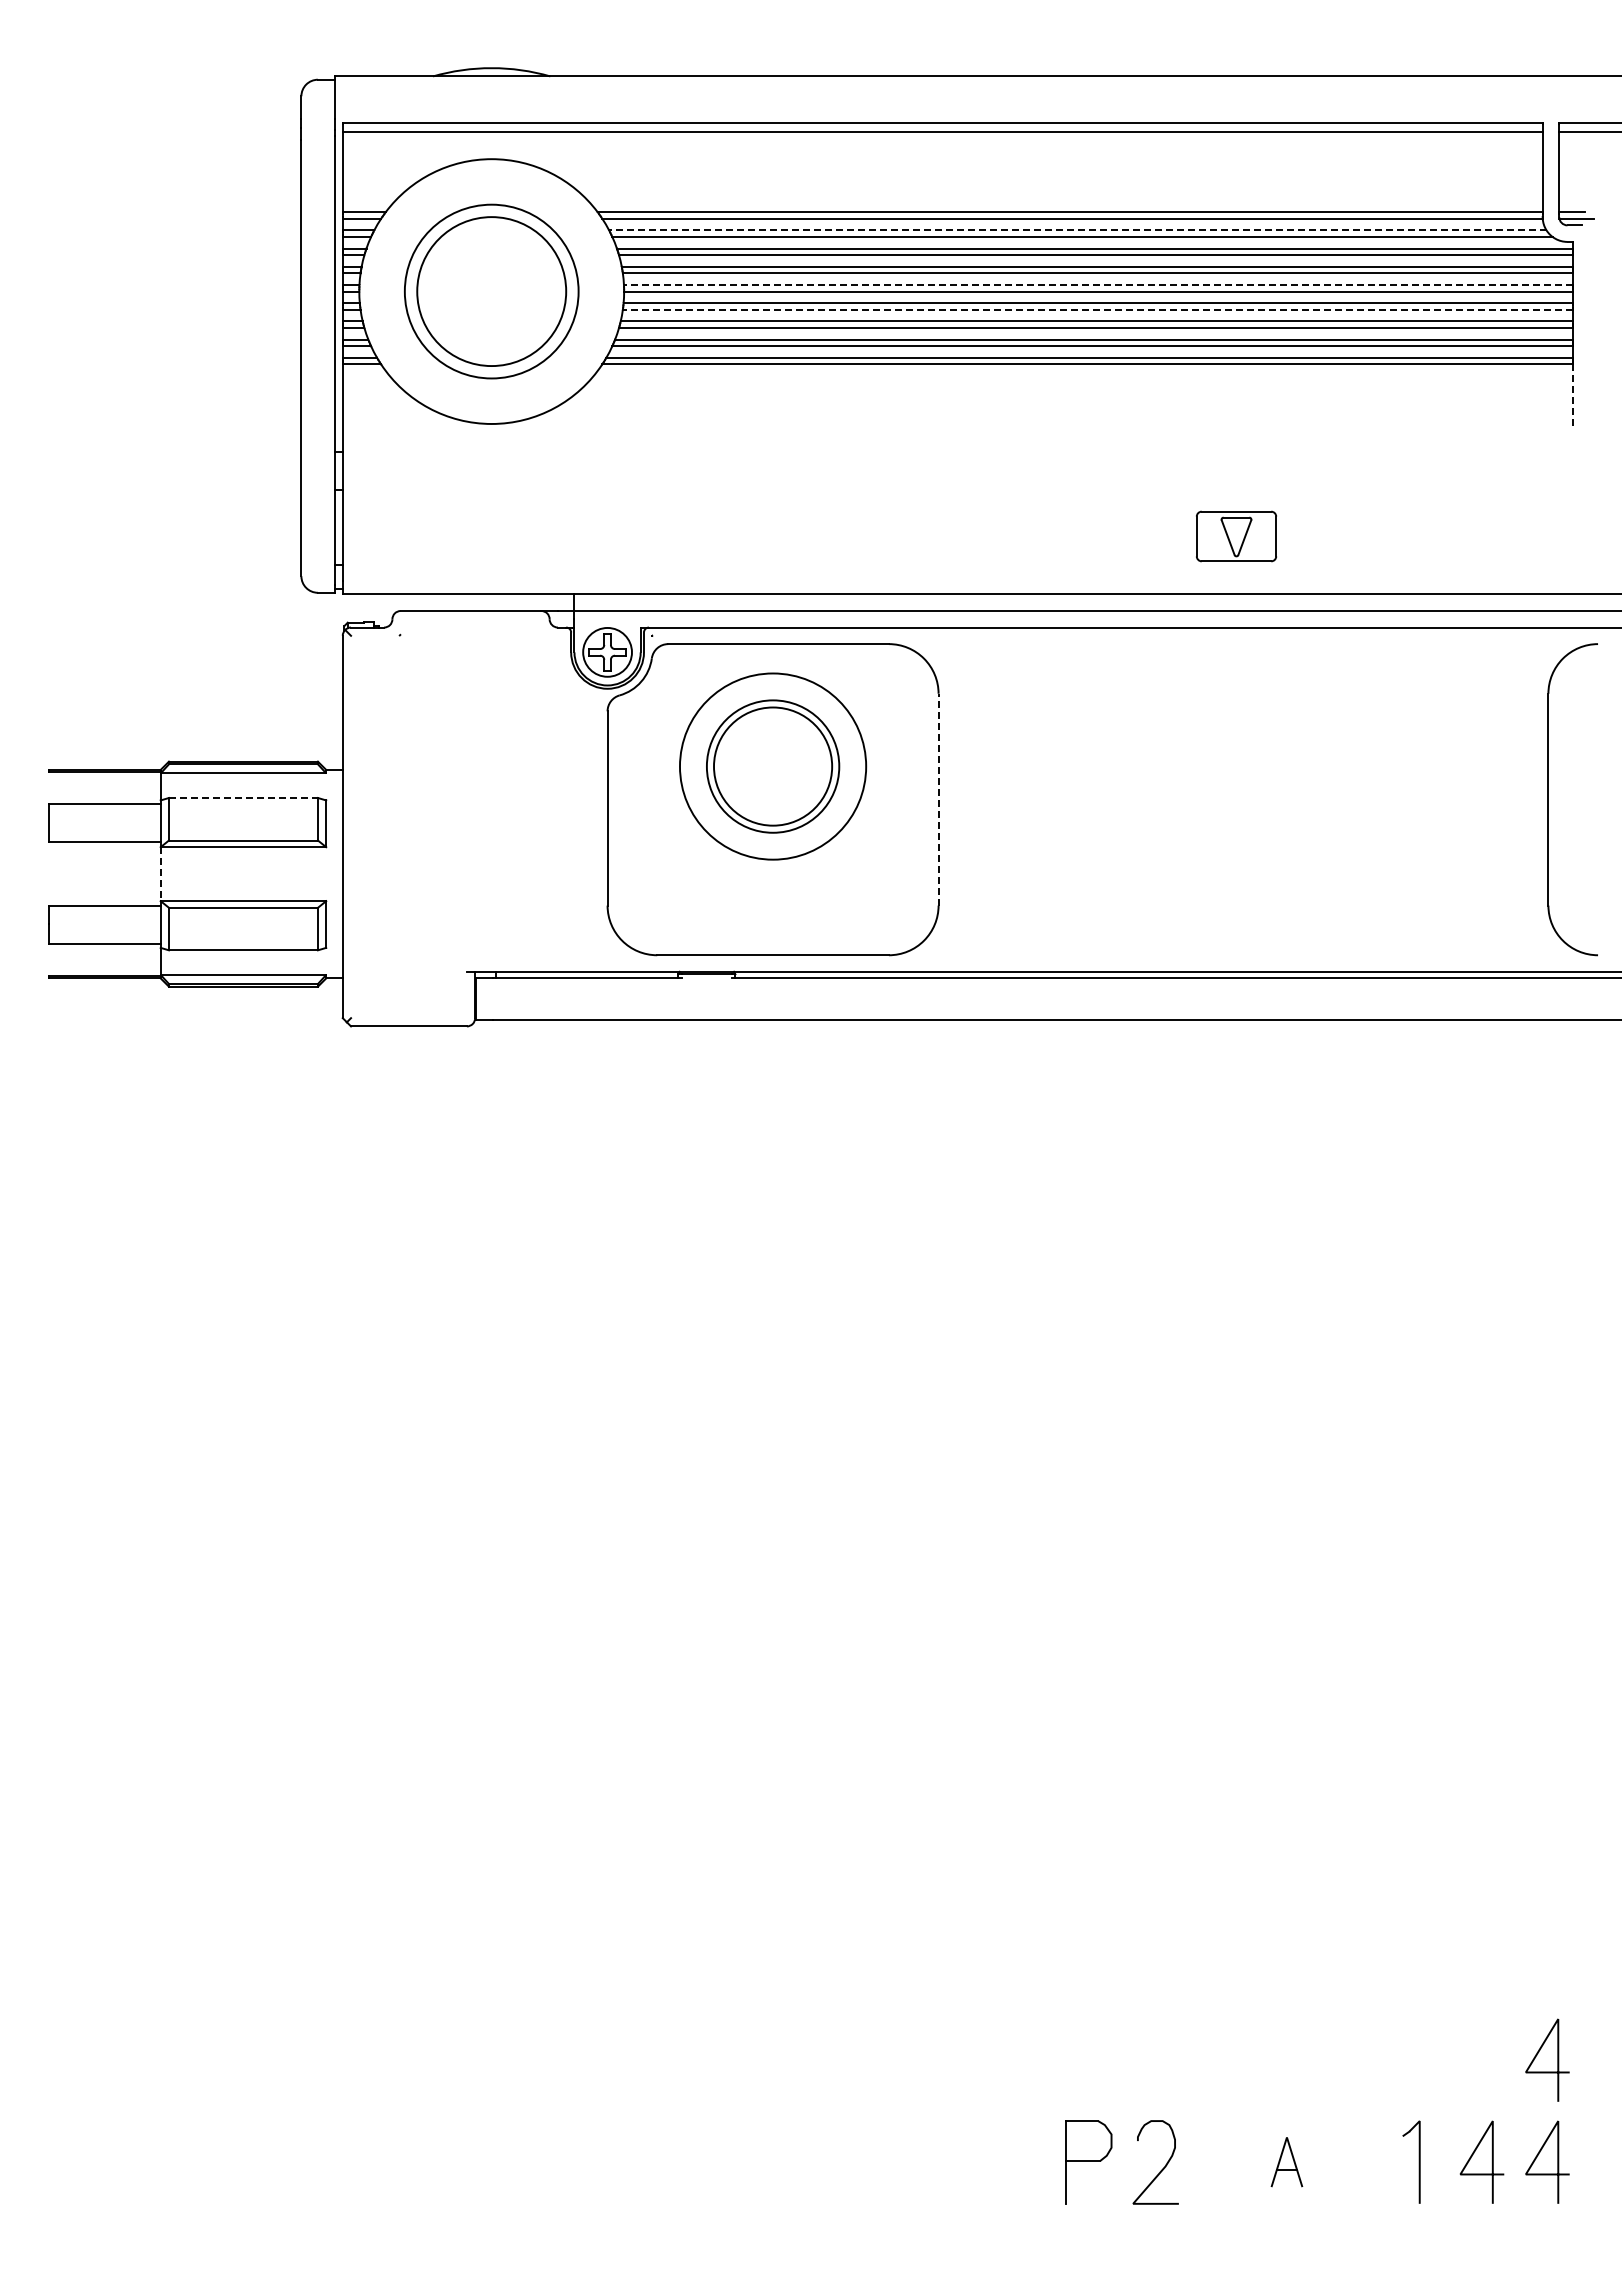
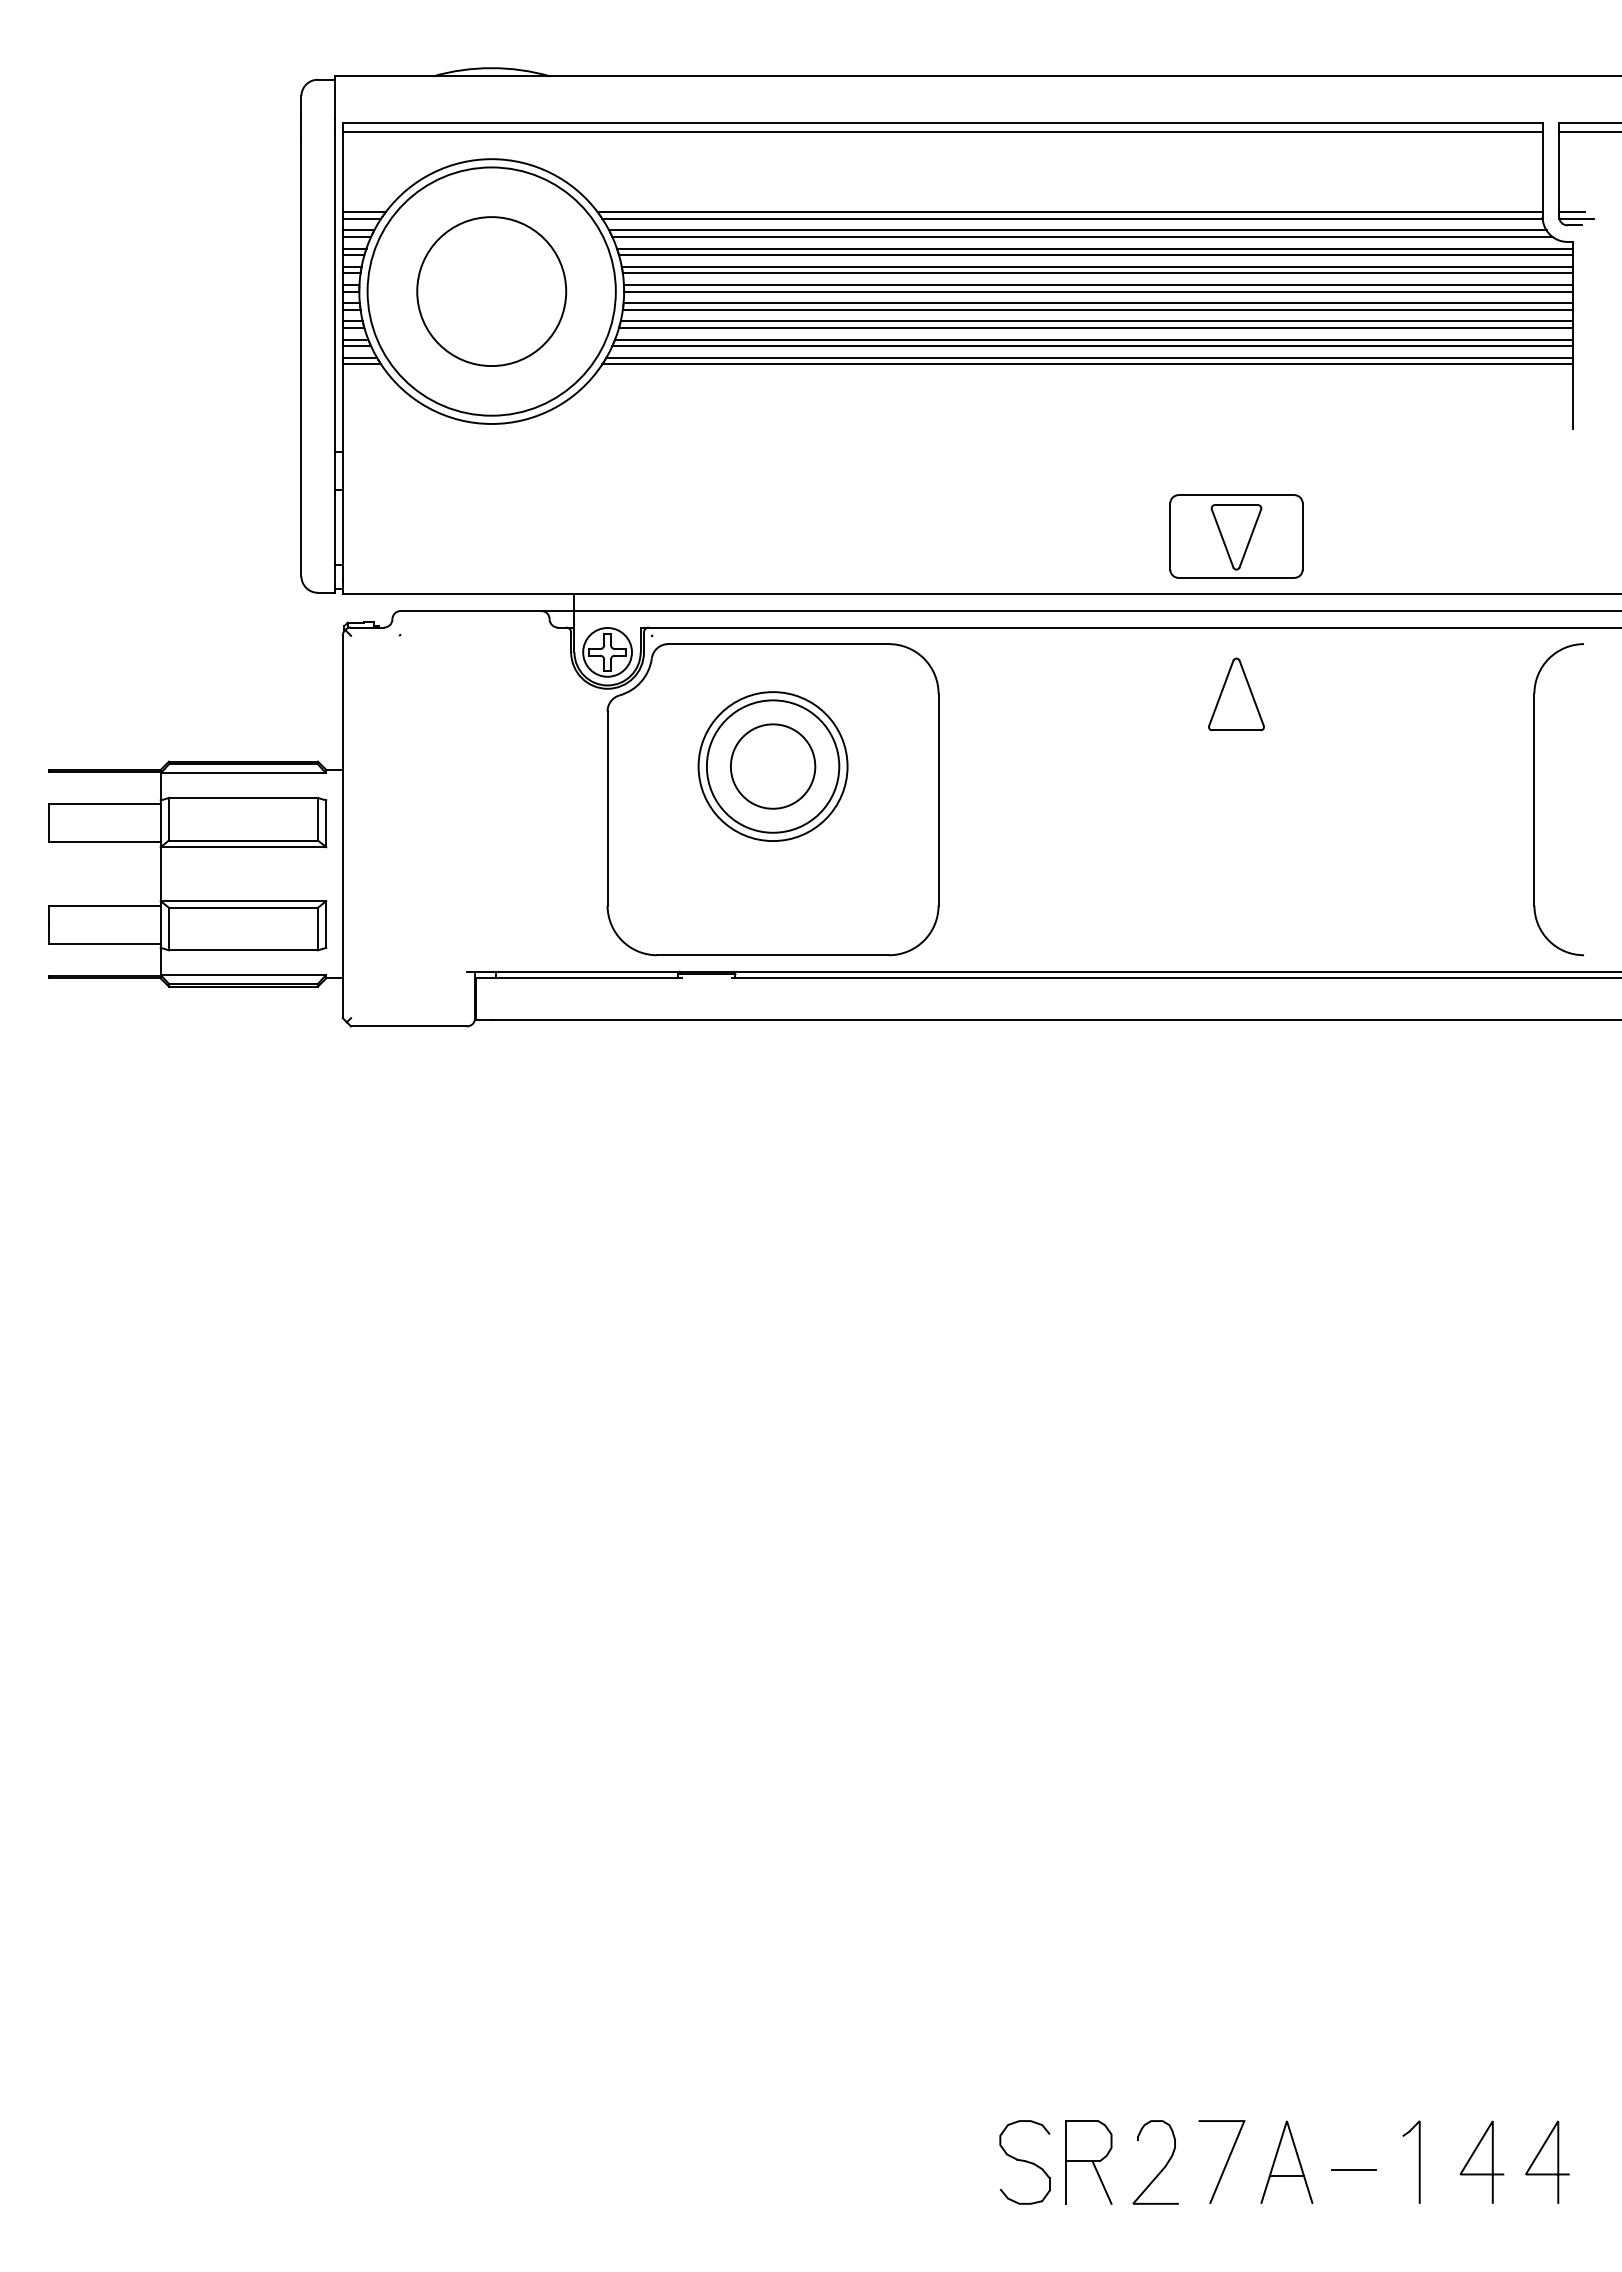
line at (1077, 230): dashed -> solid
line at (1098, 284): dashed -> solid
circle at (491, 291) diameter: 174 px -> 248 px
line at (1097, 309): dashed -> solid
line at (1573, 397): dashed -> solid
part at (1236, 536) size: 81x53 px -> 135x85 px
part at (1236, 694): none -> present
circle at (772, 766) diameter: 186 px -> 149 px
circle at (773, 766) diameter: 118 px -> 84 px
line at (243, 797): dashed -> solid
line at (938, 799): dashed -> solid
part at (1548, 799) position: (1548, 799) -> (1534, 799)
line at (160, 874): dashed -> solid
line at (1557, 2059): present -> none
part at (1024, 2162): none -> present
part at (1286, 2162) size: 34x51 px -> 54x84 px
line at (1225, 2163): none -> present
line at (1354, 2170): none -> present
line at (1101, 2182): none -> present
